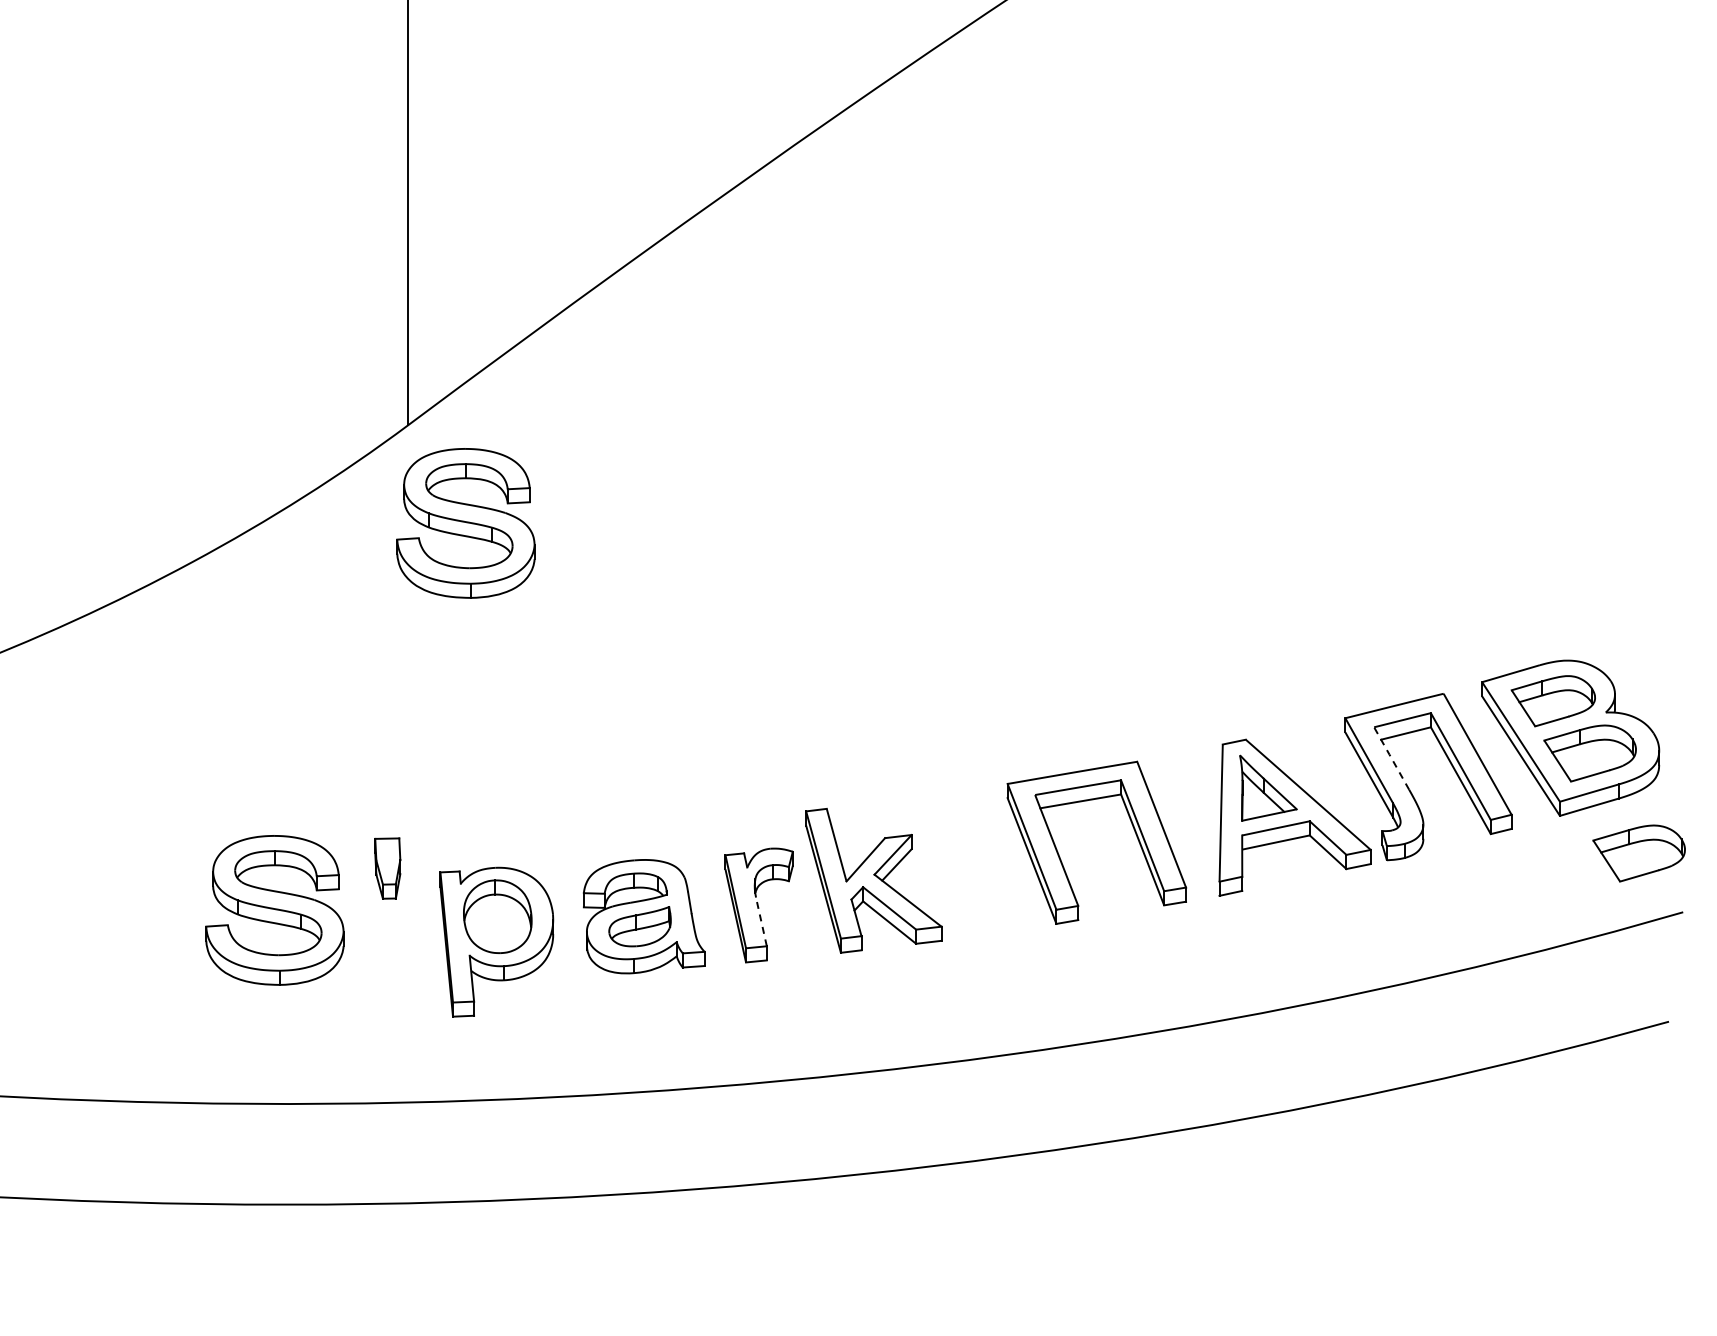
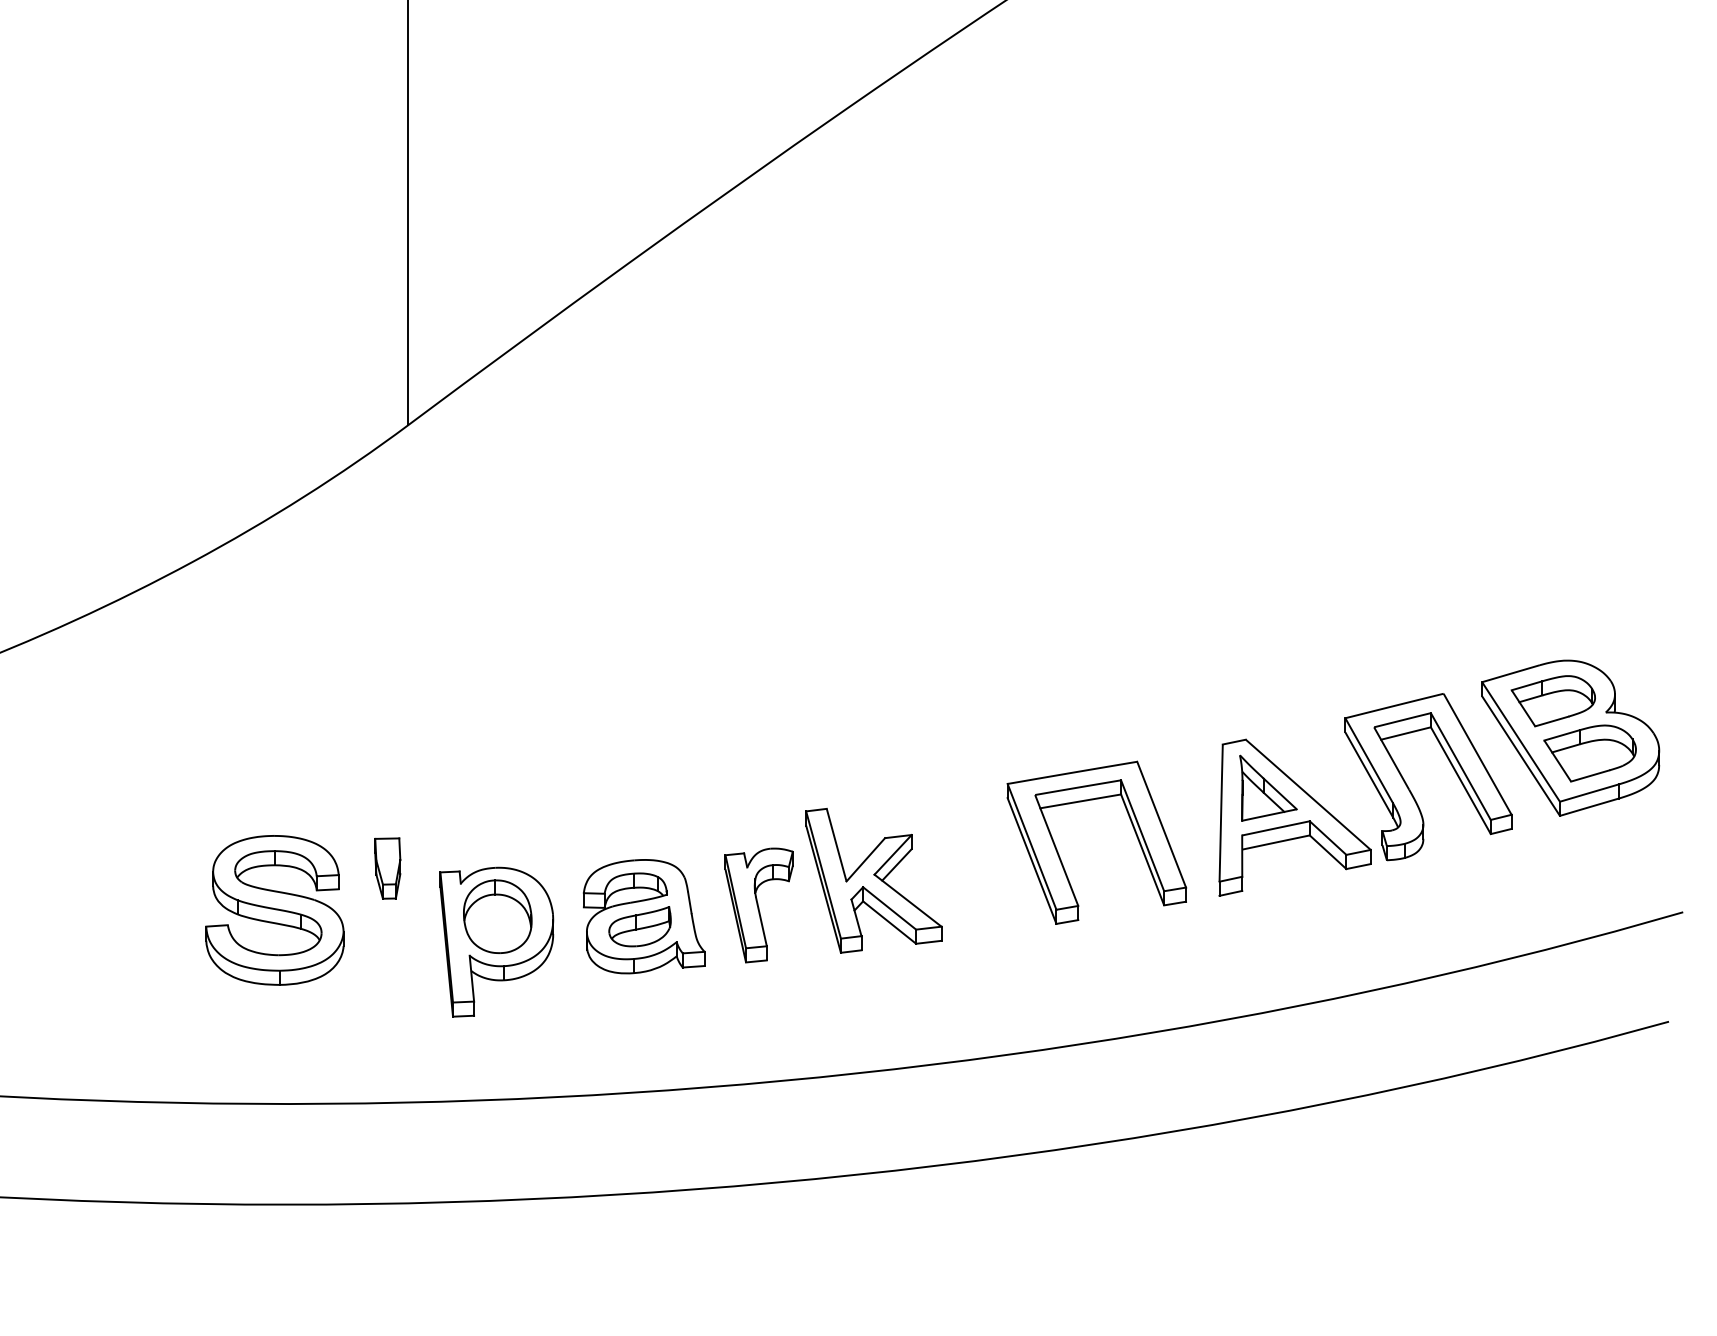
part at (465, 523): present -> none
line at (1391, 758): dashed -> solid
part at (1638, 853): present -> none
line at (761, 921): dashed -> solid
